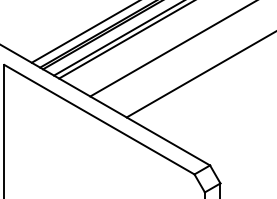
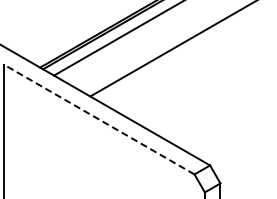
line at (83, 32): present -> none
line at (125, 40): present -> none
line at (199, 75): present -> none
line at (99, 119): solid -> dashed
